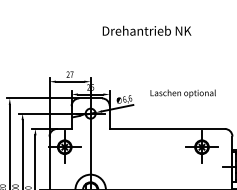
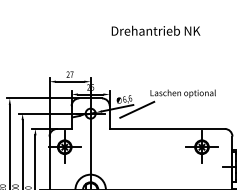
text at (146, 30) position: (146, 30) -> (155, 30)
line at (137, 109): none -> present
